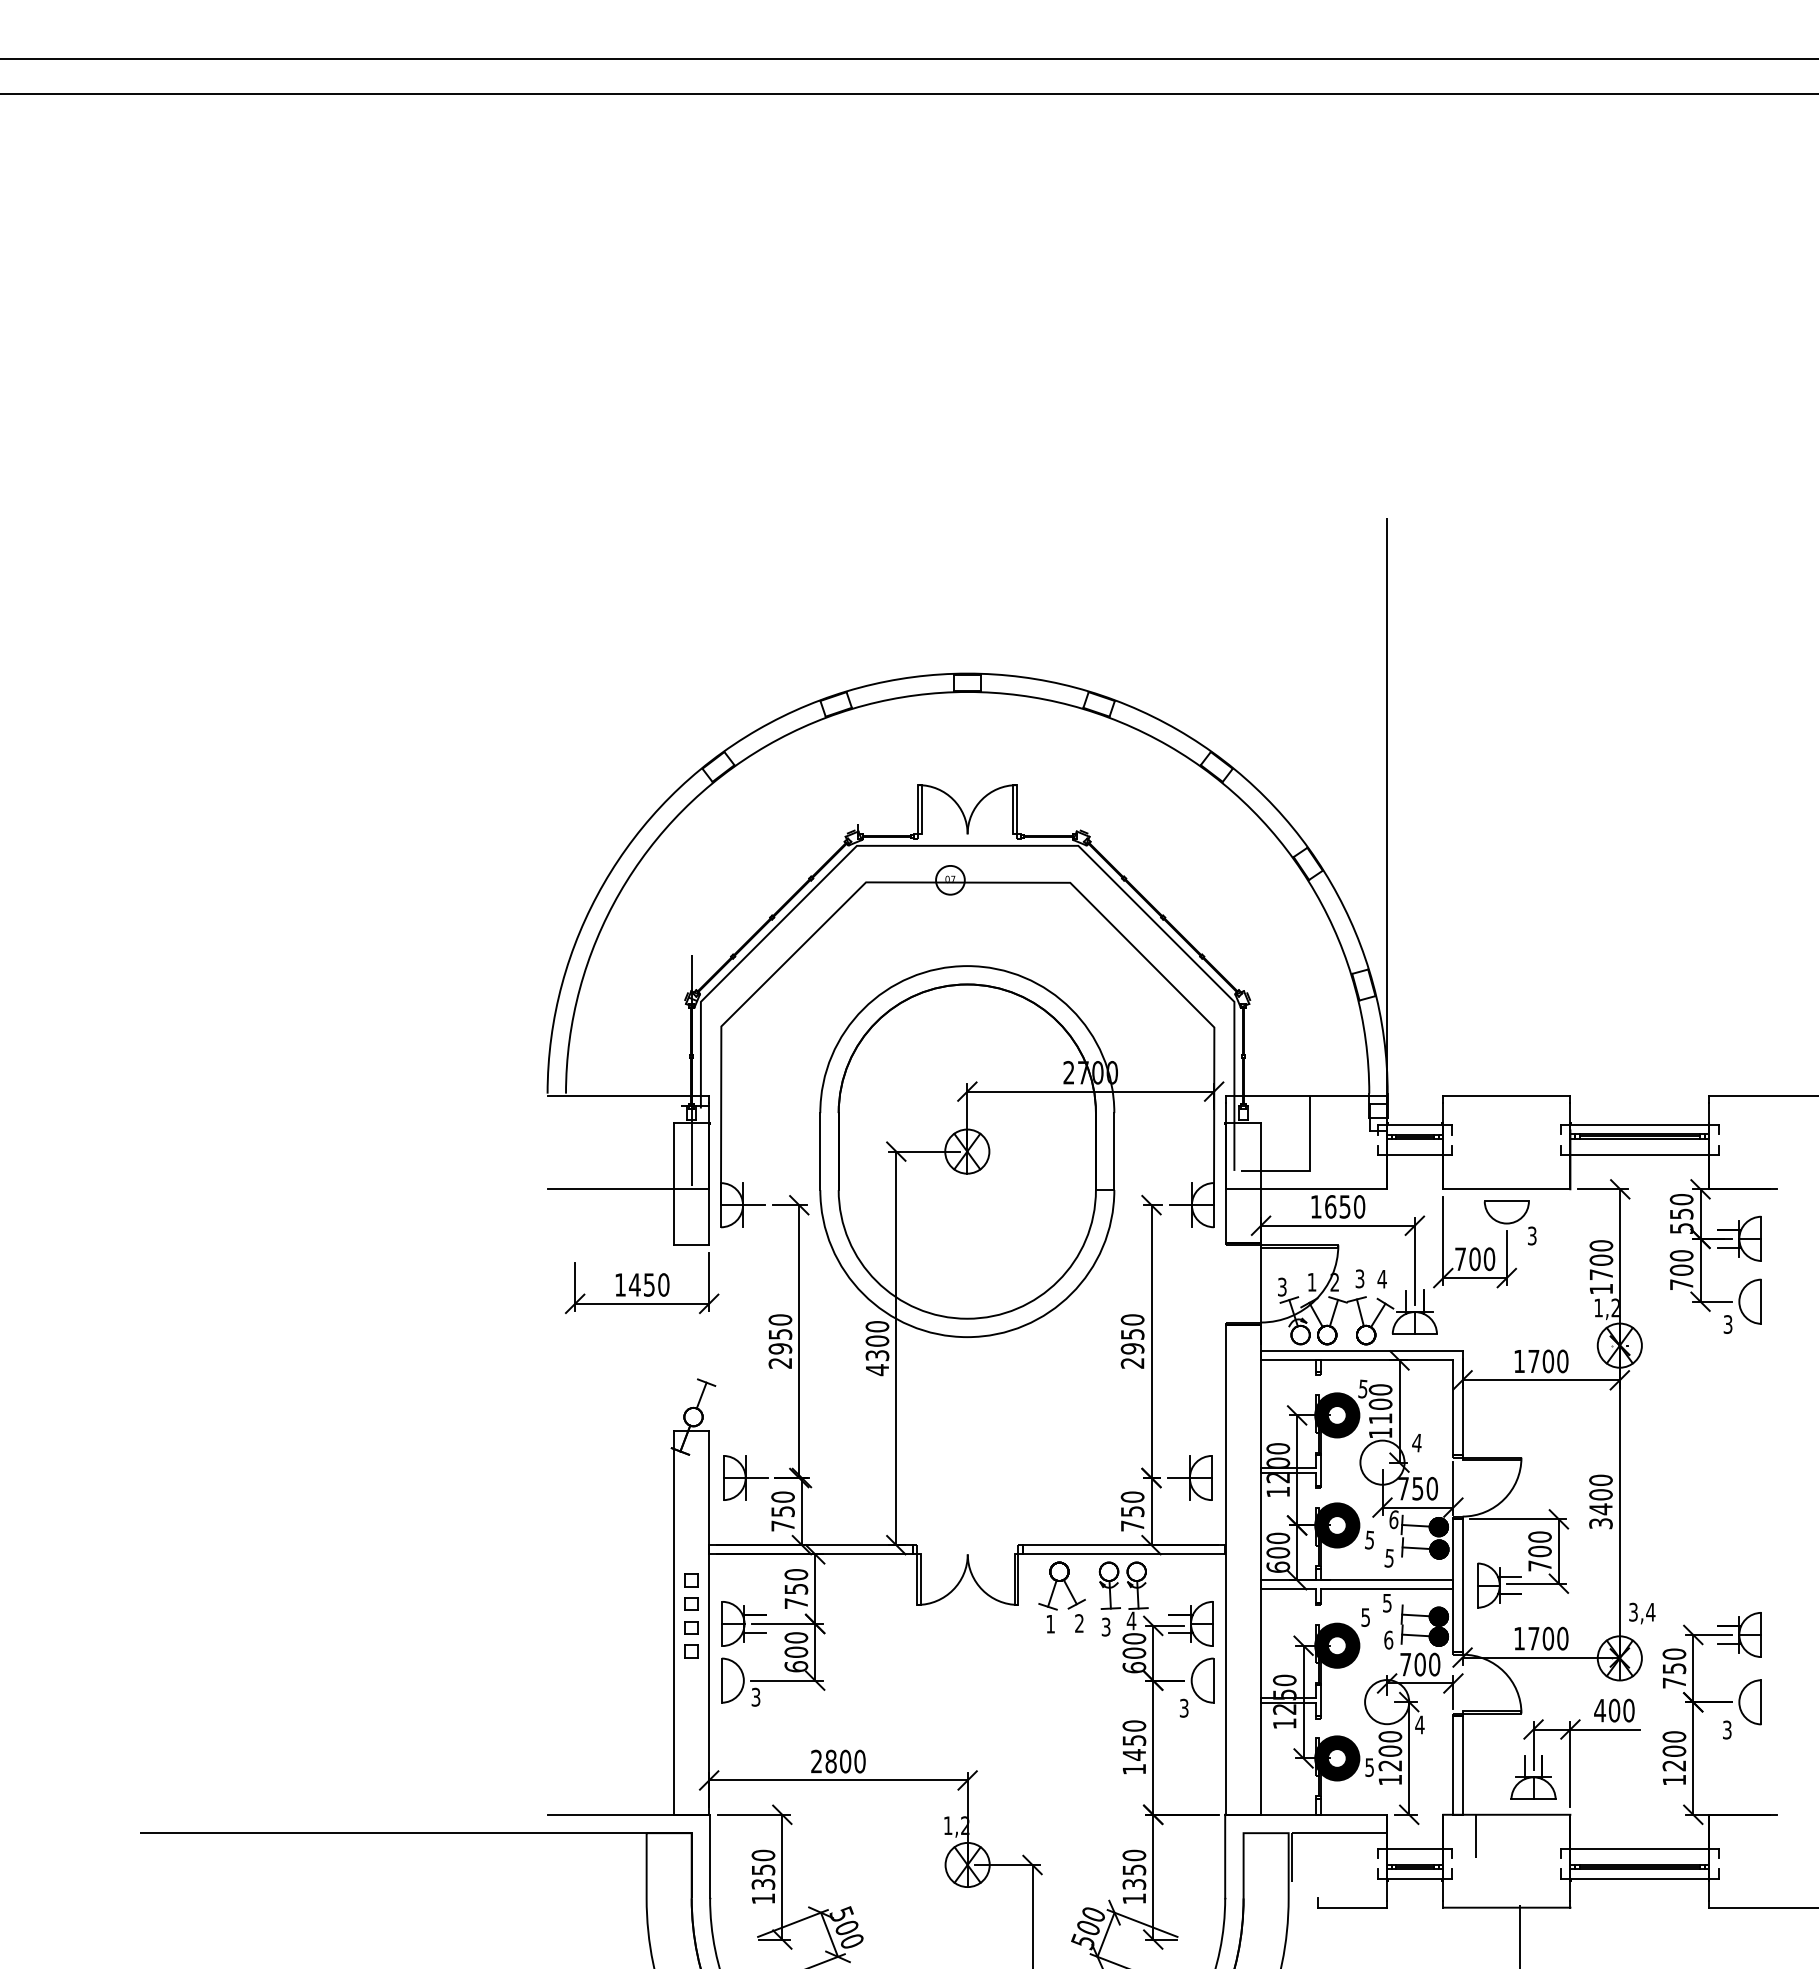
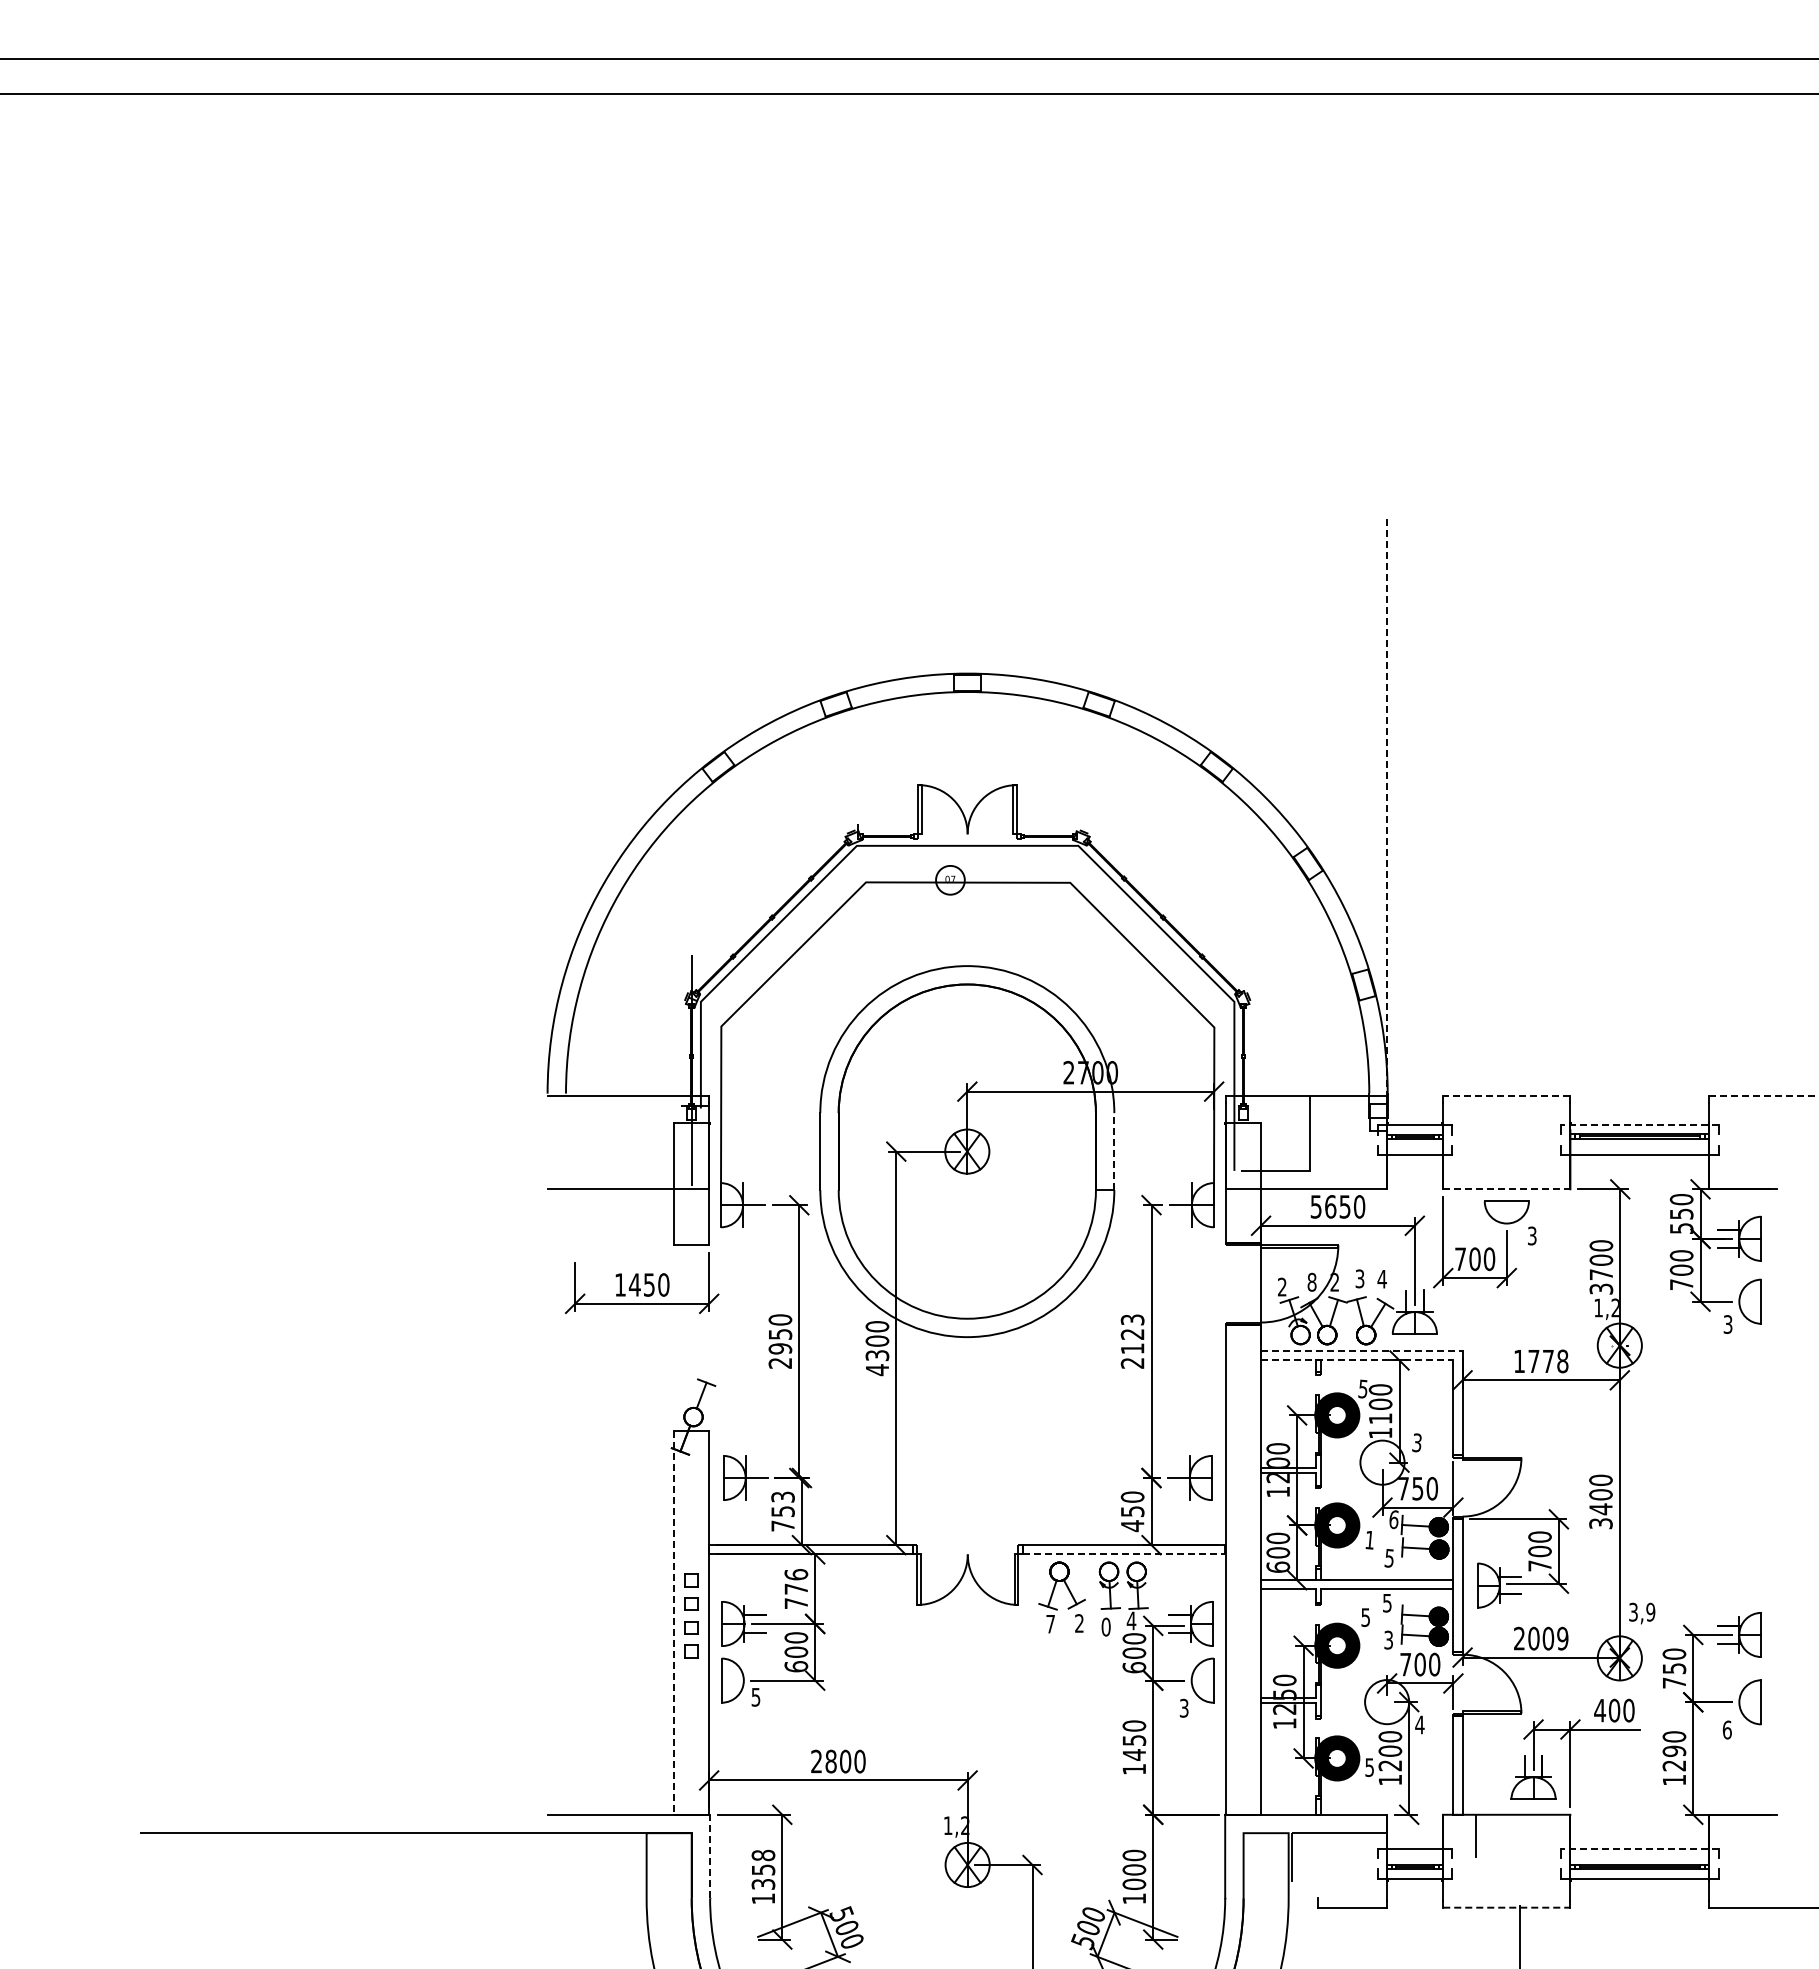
line at (1386, 824): solid -> dashed
line at (1506, 1096): solid -> dashed
line at (1763, 1096): solid -> dashed
line at (1639, 1124): solid -> dashed
line at (1114, 1151): solid -> dashed
line at (1506, 1189): solid -> dashed
text at (1315, 1206): 1650 -> 5650
text at (1311, 1281): 1 -> 8
text at (1282, 1287): 3 -> 2
text at (1601, 1288): 1700 -> 3700
text at (1132, 1334): 2950 -> 2123
line at (1361, 1351): solid -> dashed
line at (1357, 1360): solid -> dashed
text at (1555, 1361): 1700 -> 1778
text at (1416, 1442): 4 -> 3
text at (782, 1496): 750 -> 753
text at (1132, 1526): 750 -> 450
text at (1369, 1539): 5 -> 1
line at (1124, 1554): solid -> dashed
text at (796, 1581): 750 -> 776
text at (1650, 1611): 3,4 -> 3,9
line at (674, 1623): solid -> dashed
text at (1050, 1624): 1 -> 7
text at (1105, 1626): 3 -> 0
text at (1541, 1638): 1700 -> 2009
text at (1388, 1639): 6 -> 3
text at (756, 1696): 3 -> 5
text at (1726, 1729): 3 -> 6
text at (1674, 1751): 1200 -> 1290
line at (1639, 1848): solid -> dashed
text at (763, 1855): 1350 -> 1358
line at (710, 1856): solid -> dashed
text at (1134, 1877): 1350 -> 1000
line at (1506, 1907): solid -> dashed
